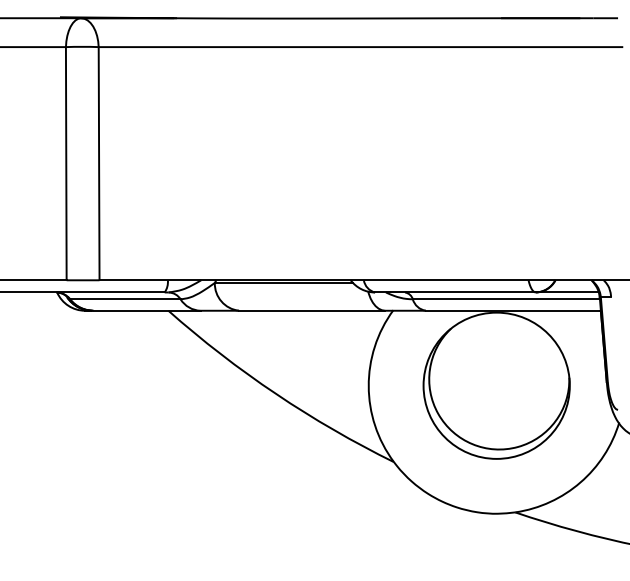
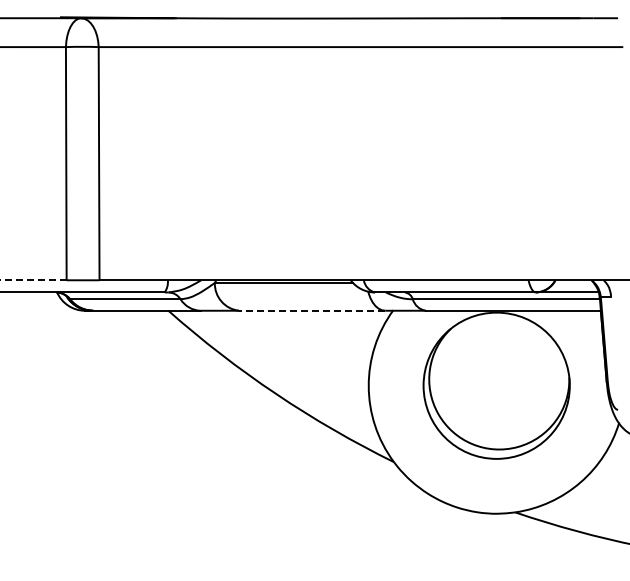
line at (32, 280): solid -> dashed
line at (311, 310): solid -> dashed
